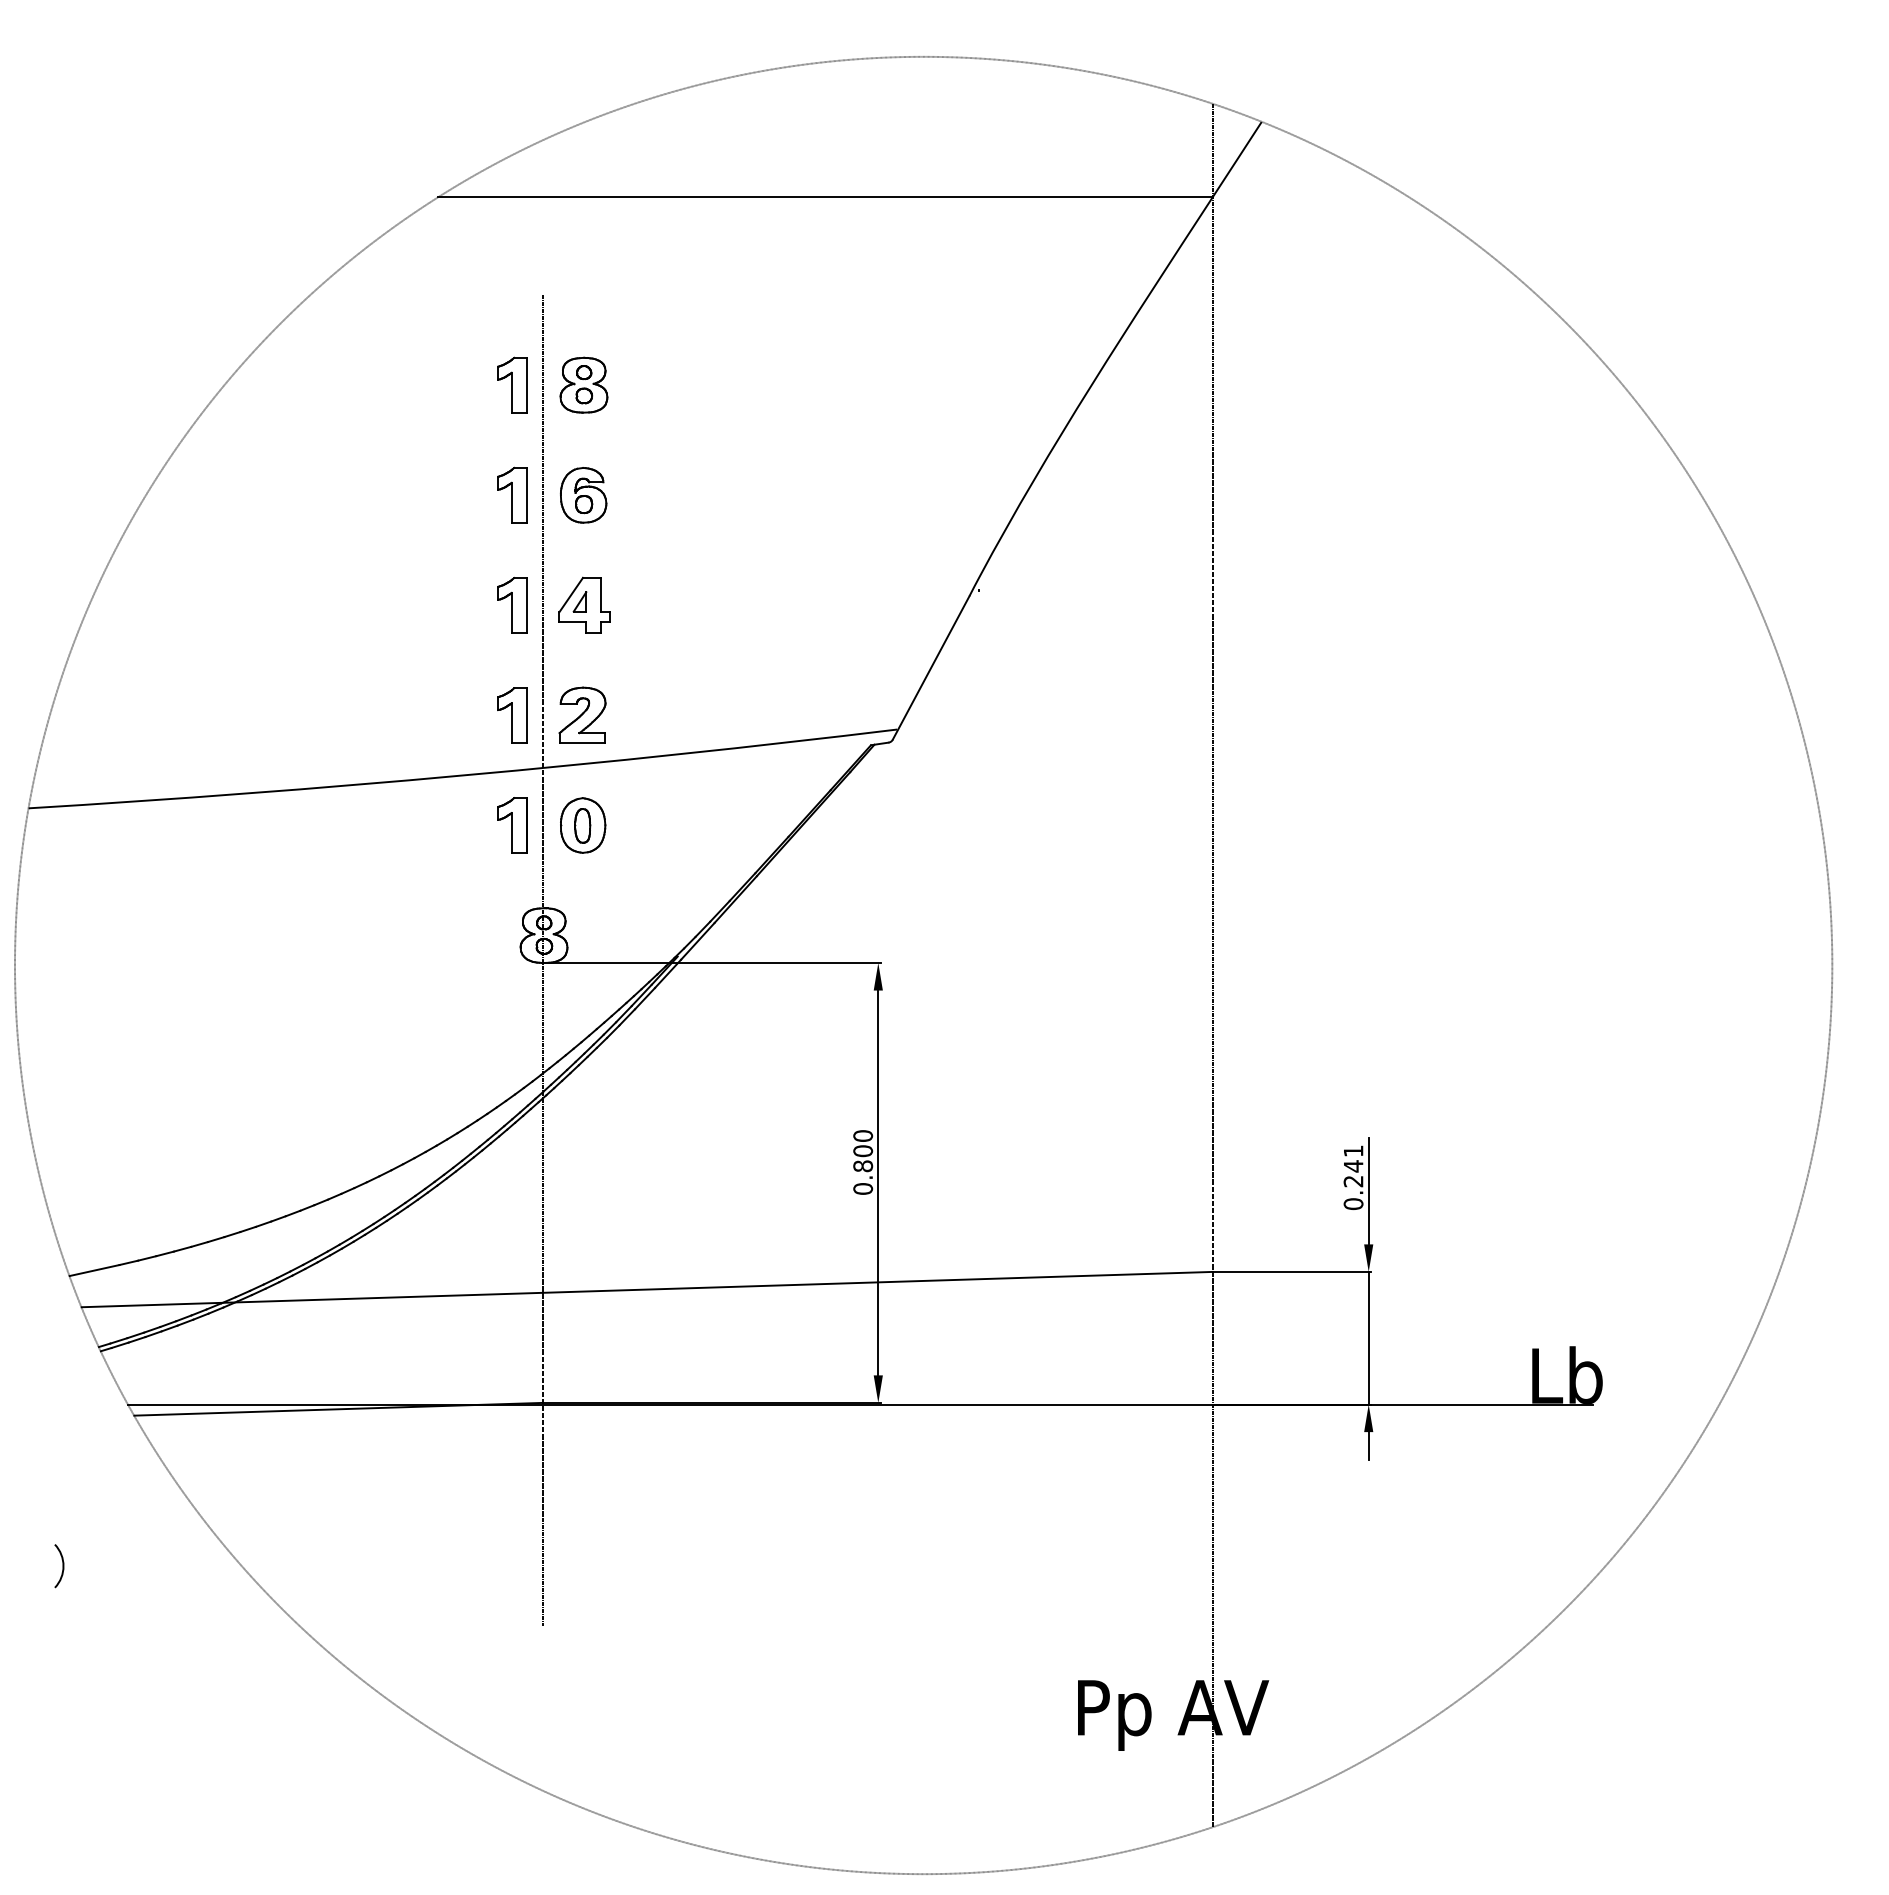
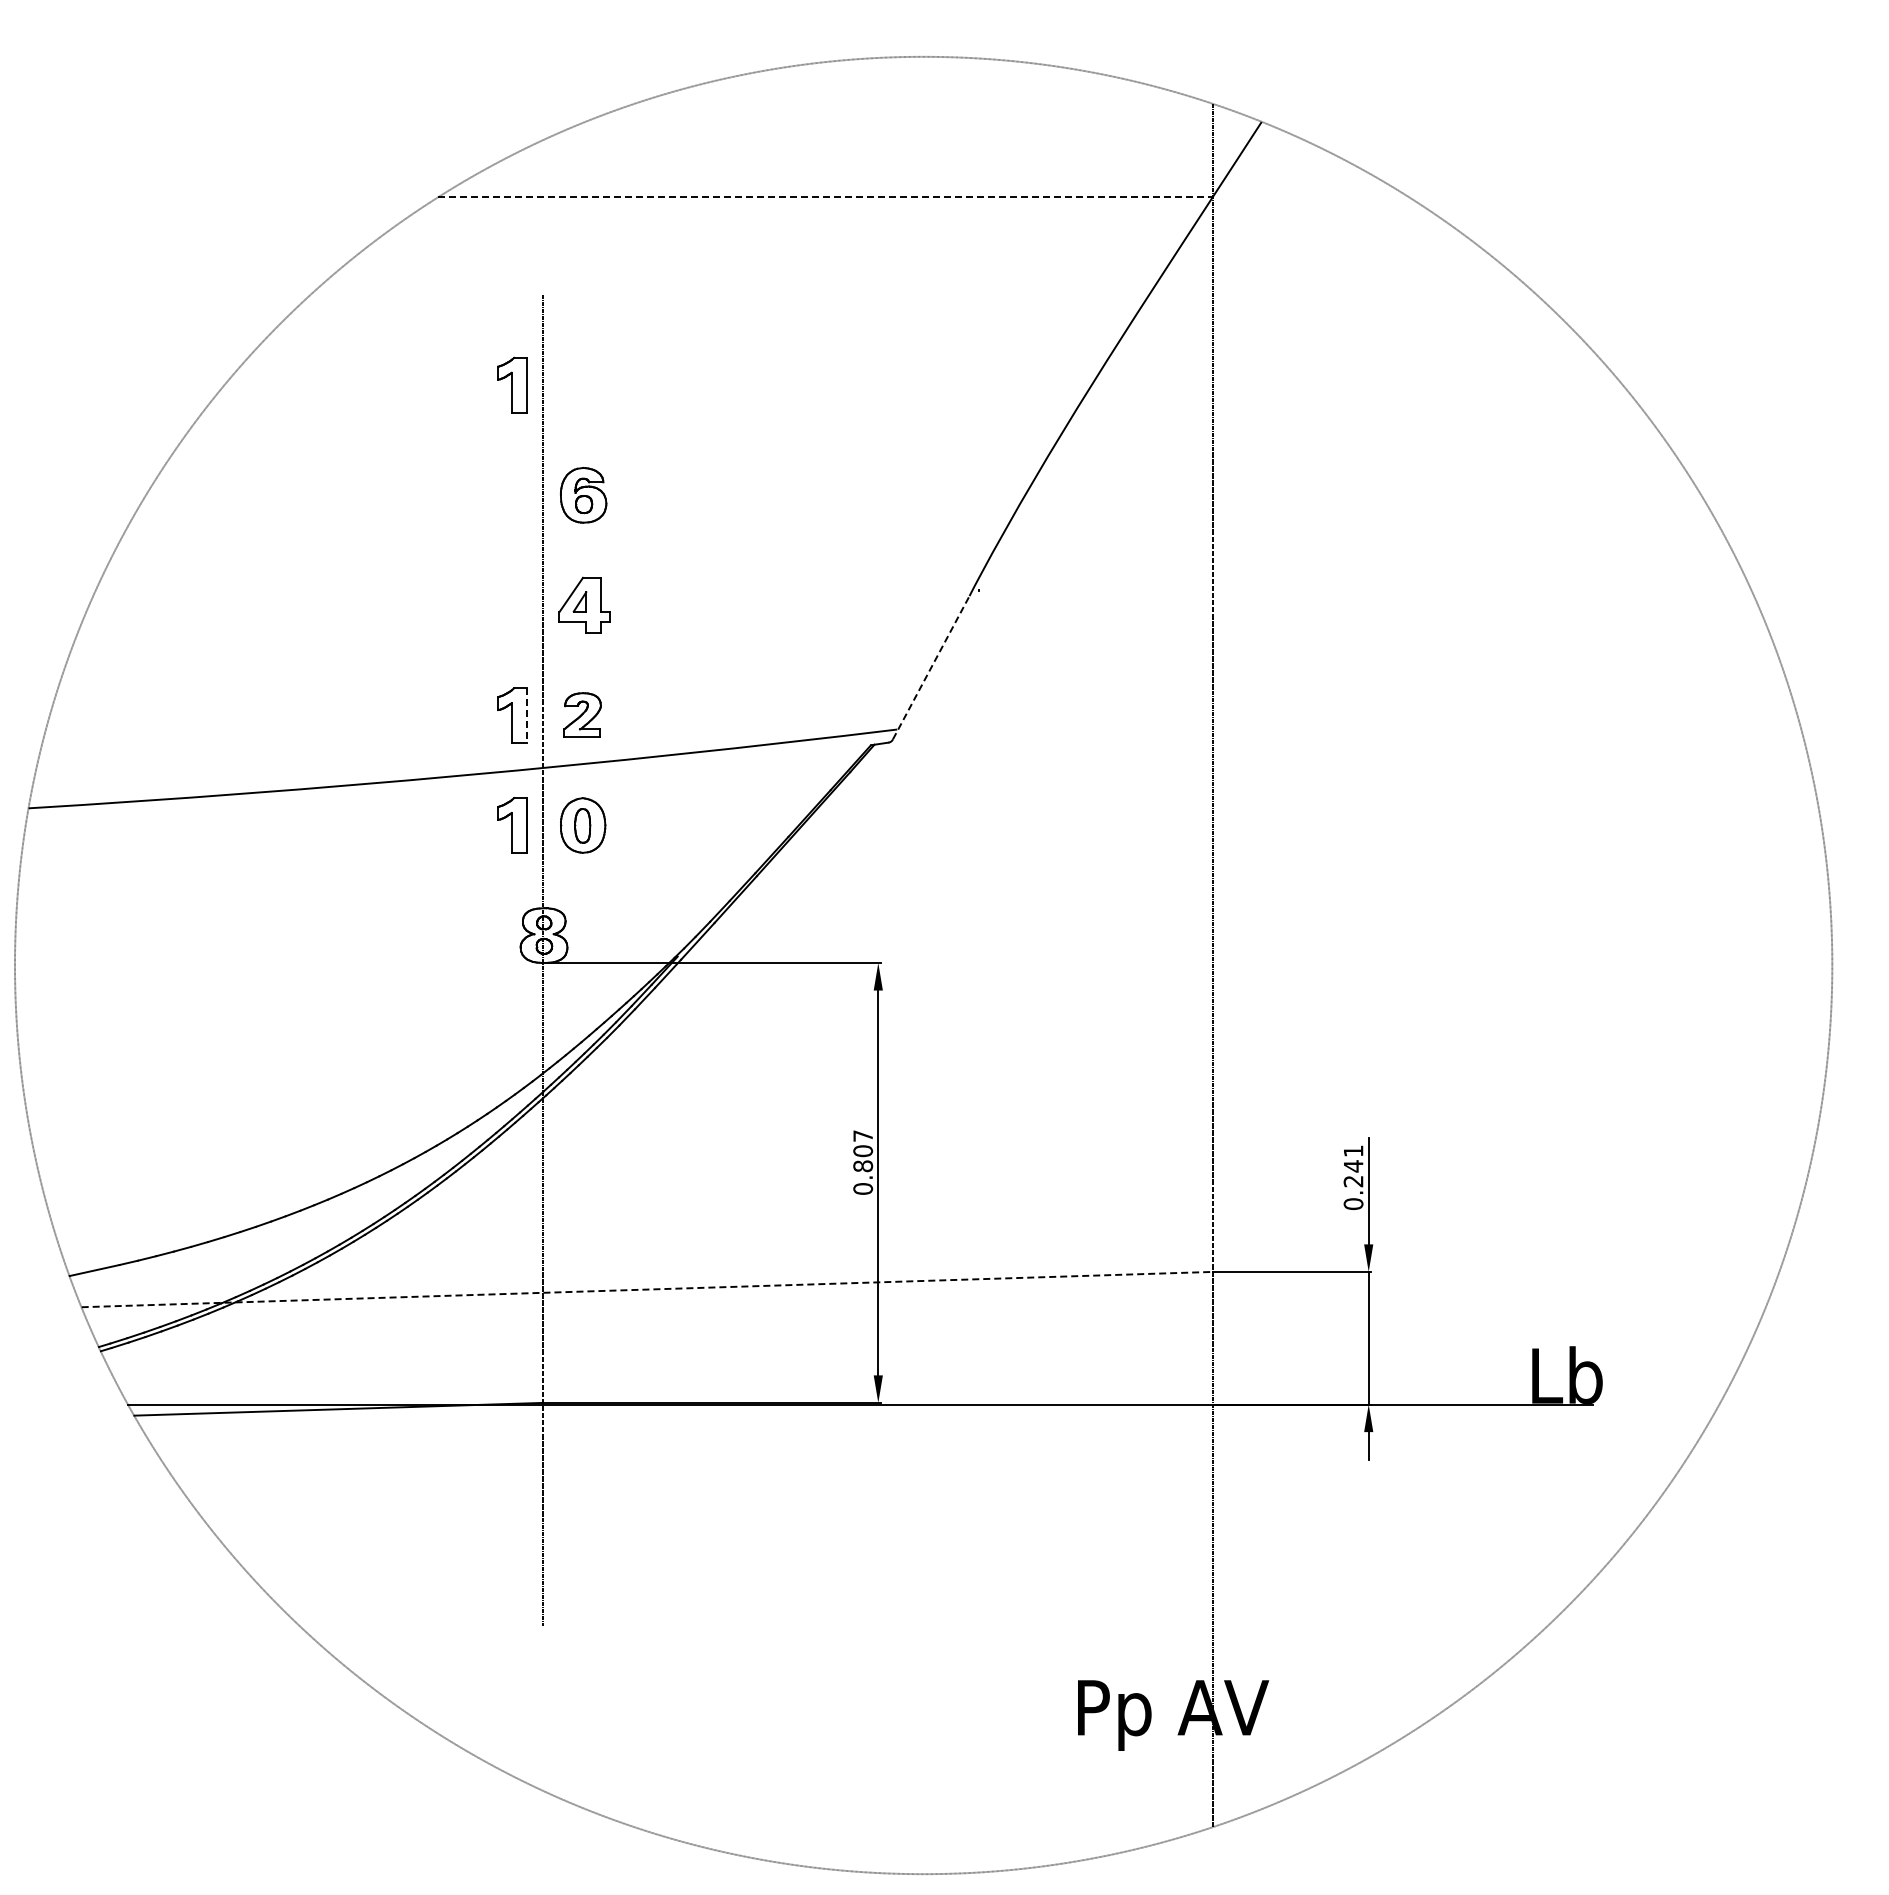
line at (825, 197): solid -> dashed
part at (583, 384): present -> none
part at (512, 494): present -> none
part at (512, 605): present -> none
line at (931, 667): solid -> dashed
part at (582, 714) size: 49x58 px -> 39x46 px
line at (527, 716): solid -> dashed
text at (863, 1135): 0.800 -> 0.807
line at (647, 1289): solid -> dashed
arc at (62, 1566): present -> none
